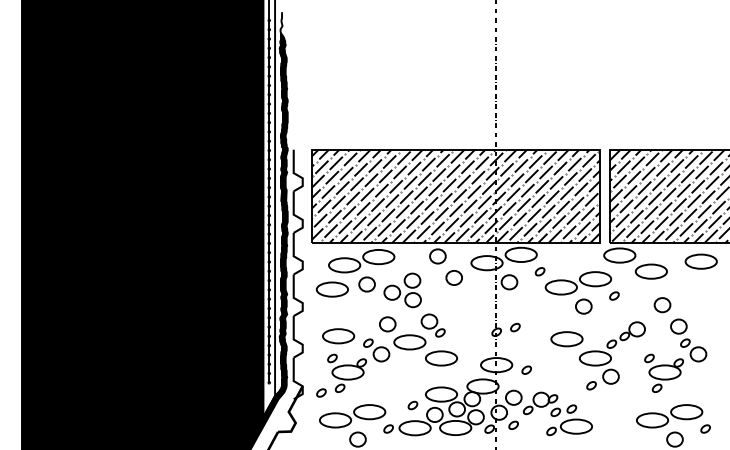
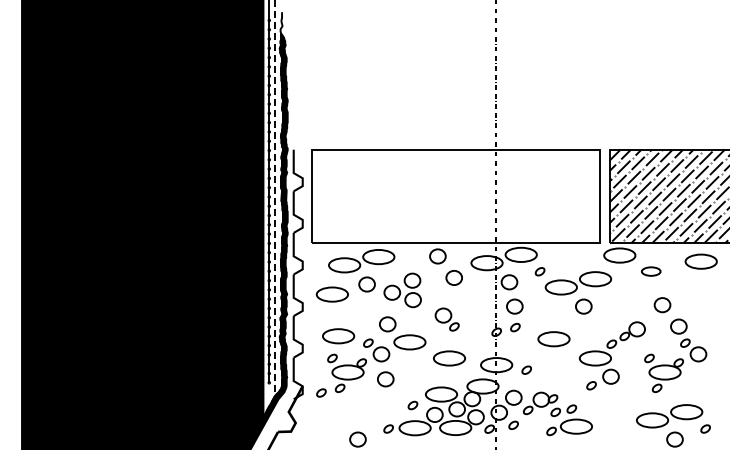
hatch at (456, 195): present -> none
line at (275, 211): solid -> dashed
part at (650, 271) size: 34x17 px -> 21x11 px
part at (331, 289) position: (331, 289) -> (331, 294)
part at (614, 295): present -> none
part at (514, 306): none -> present
part at (432, 325) position: (432, 325) -> (446, 319)
part at (566, 339) position: (566, 339) -> (553, 339)
part at (441, 358) position: (441, 358) -> (449, 358)
part at (385, 379): none -> present
part at (352, 416): present -> none
